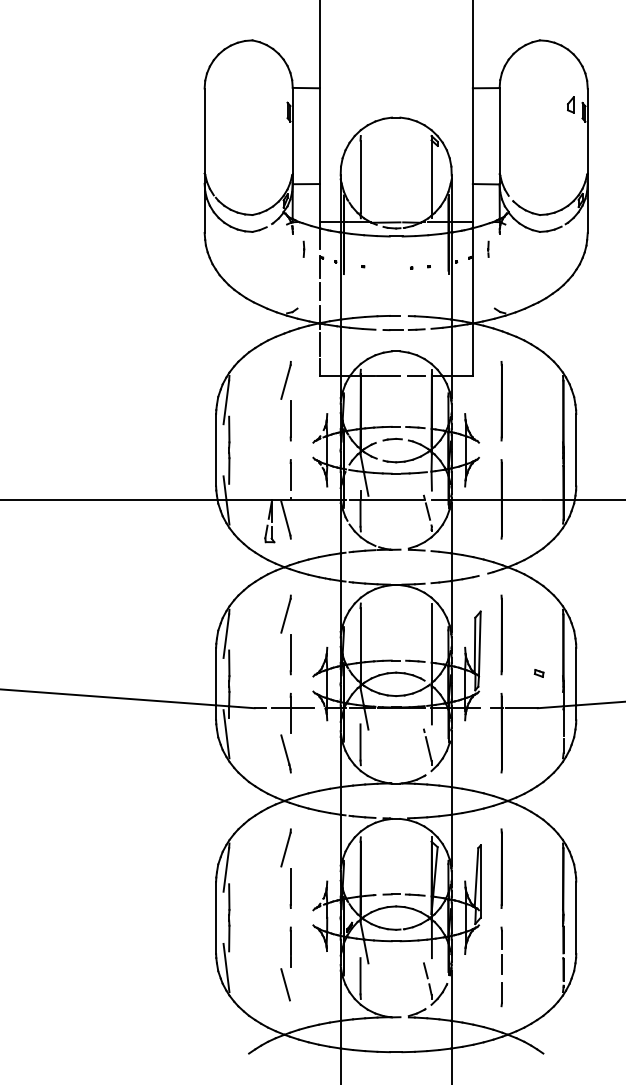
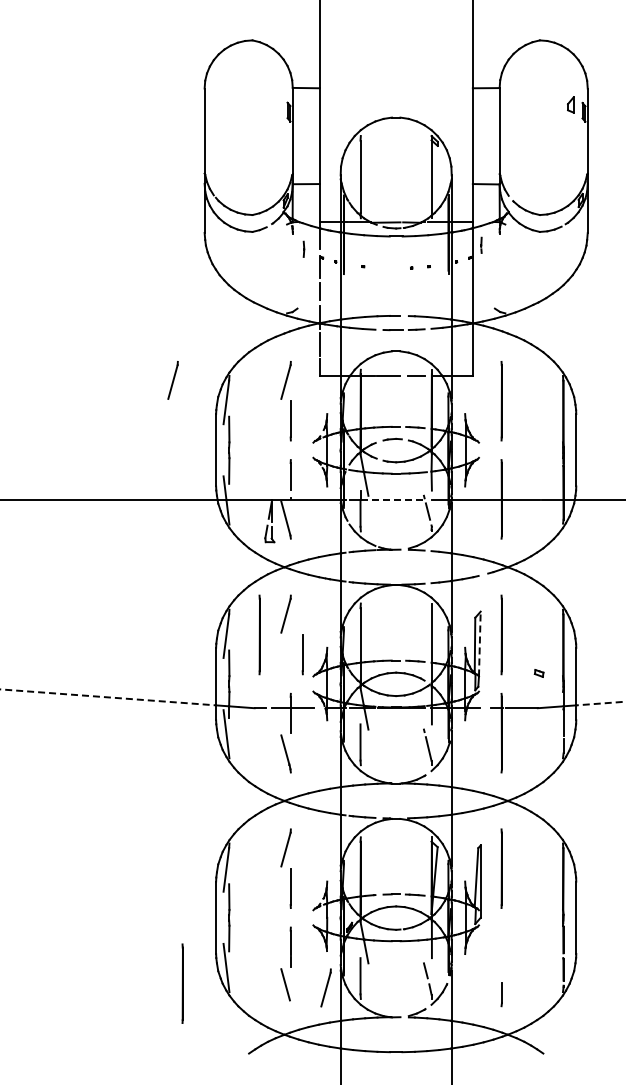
line at (488, 248) position: (488, 248) -> (481, 244)
line at (172, 380): none -> present
line at (393, 500): solid -> dashed
line at (259, 634): none -> present
line at (479, 643): solid -> dashed
line at (290, 654) position: (290, 654) -> (302, 654)
line at (108, 697): solid -> dashed
line at (600, 703): solid -> dashed
line at (501, 949): present -> none
line at (182, 983): none -> present
line at (325, 987): none -> present
